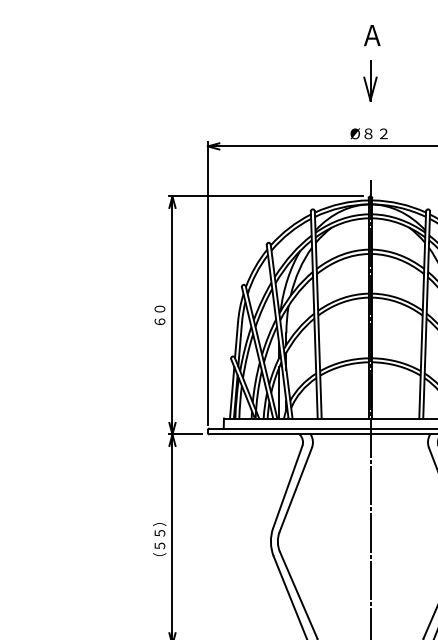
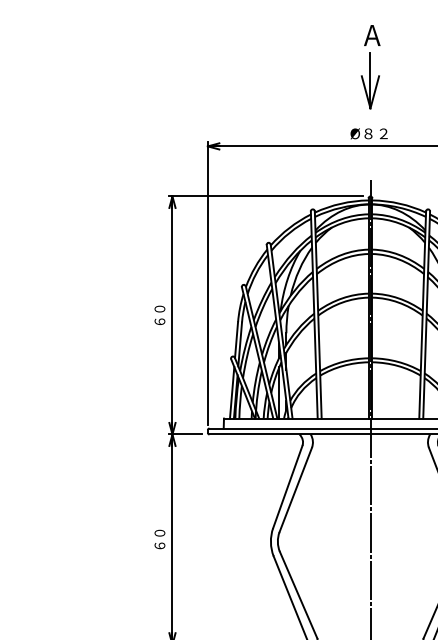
part at (370, 80) size: 15x42 px -> 20x58 px
text at (159, 539): （５５） -> ６０
